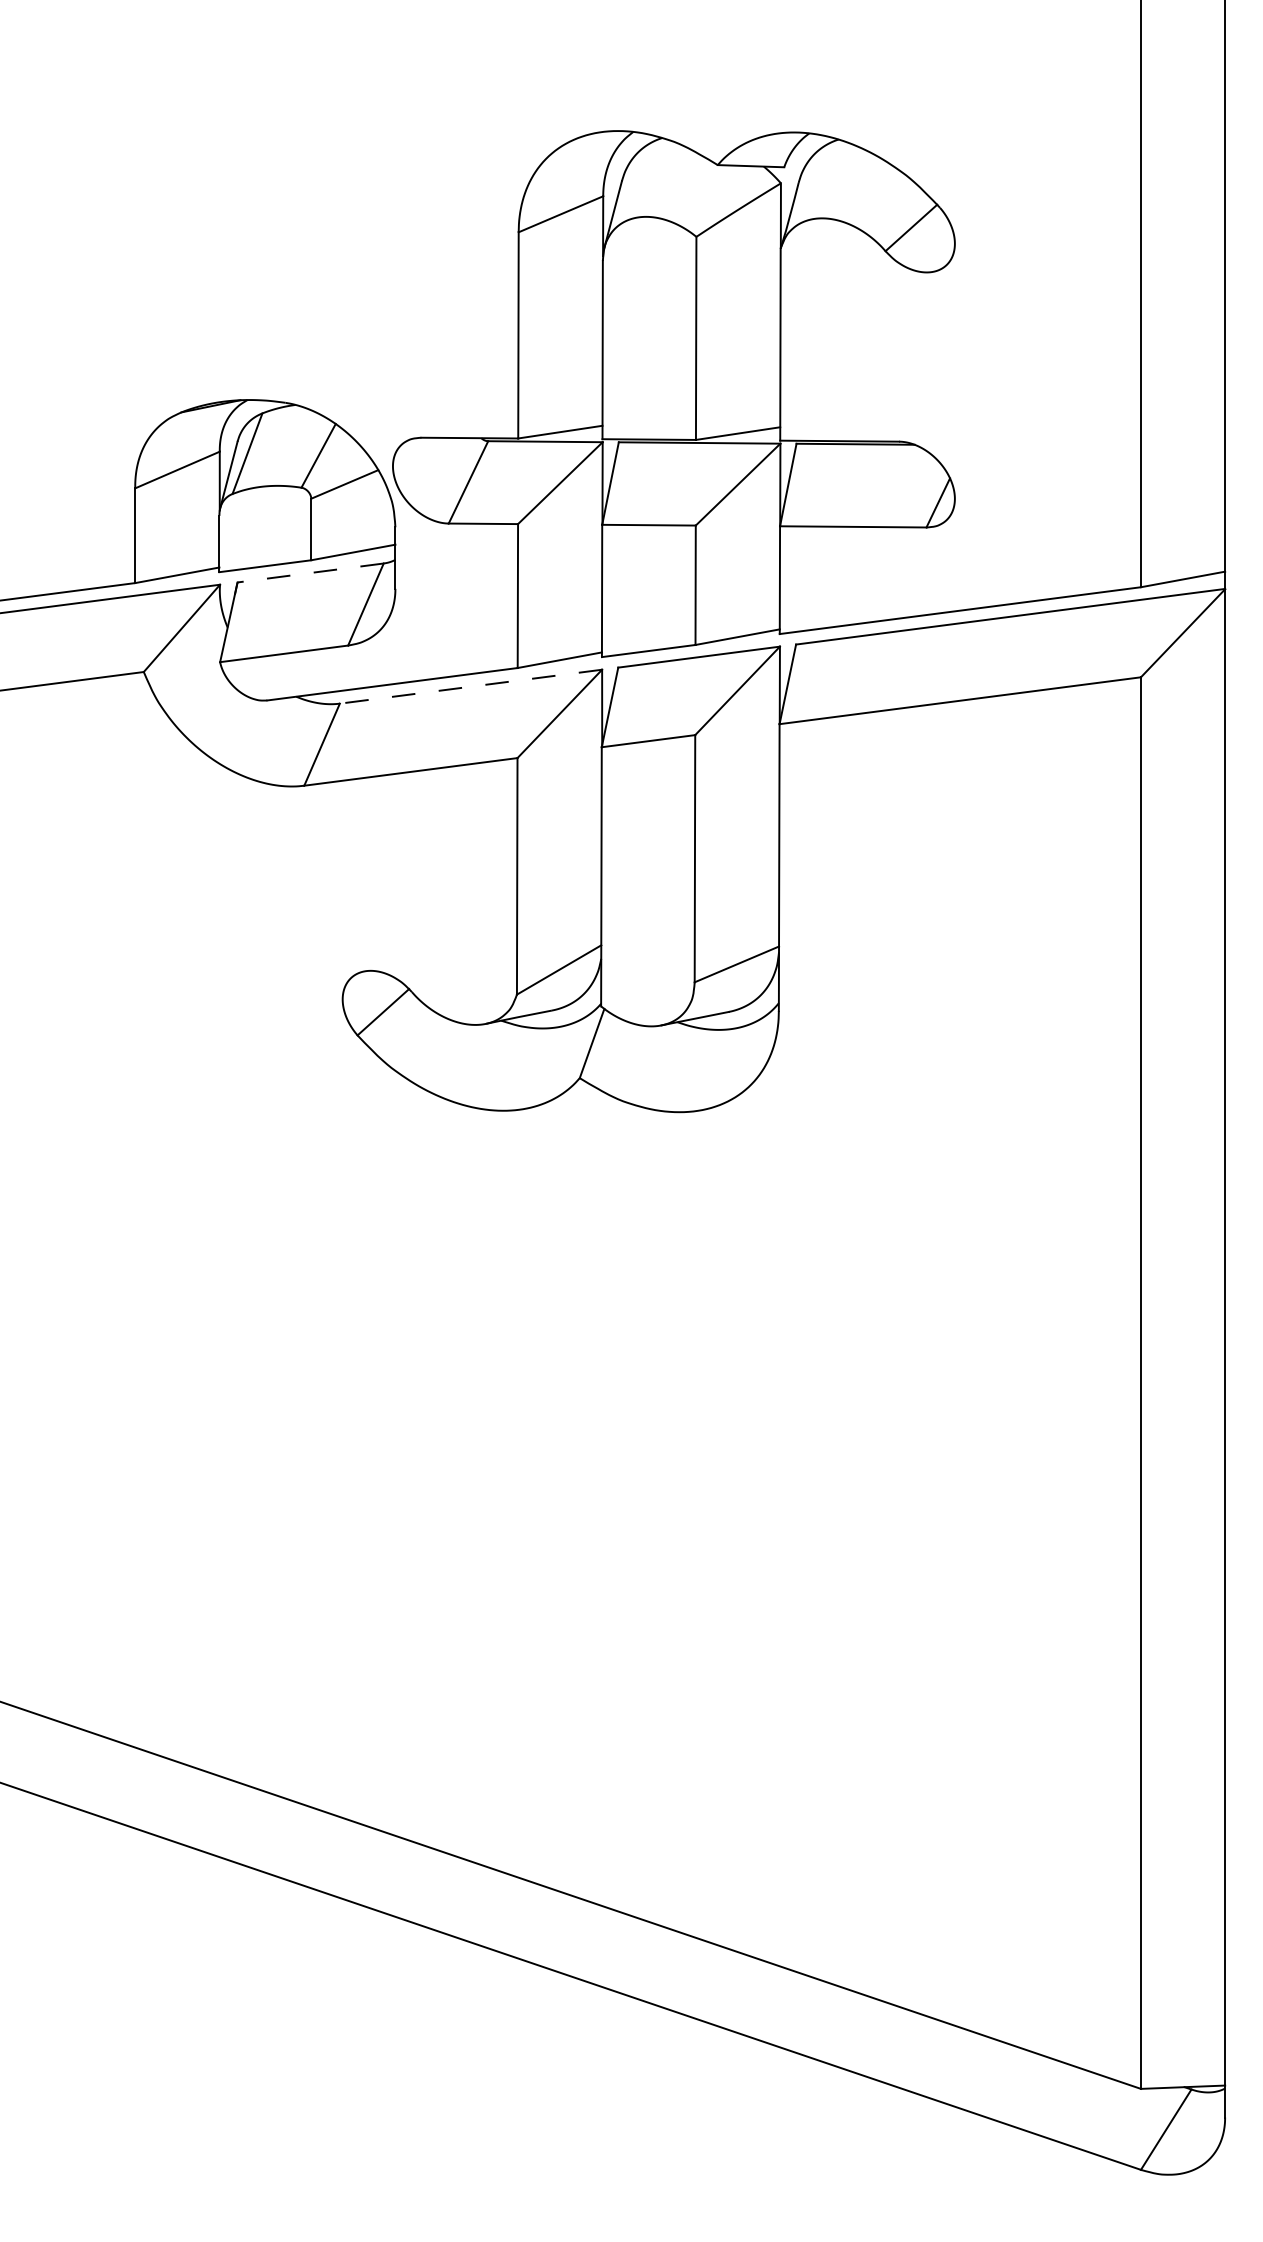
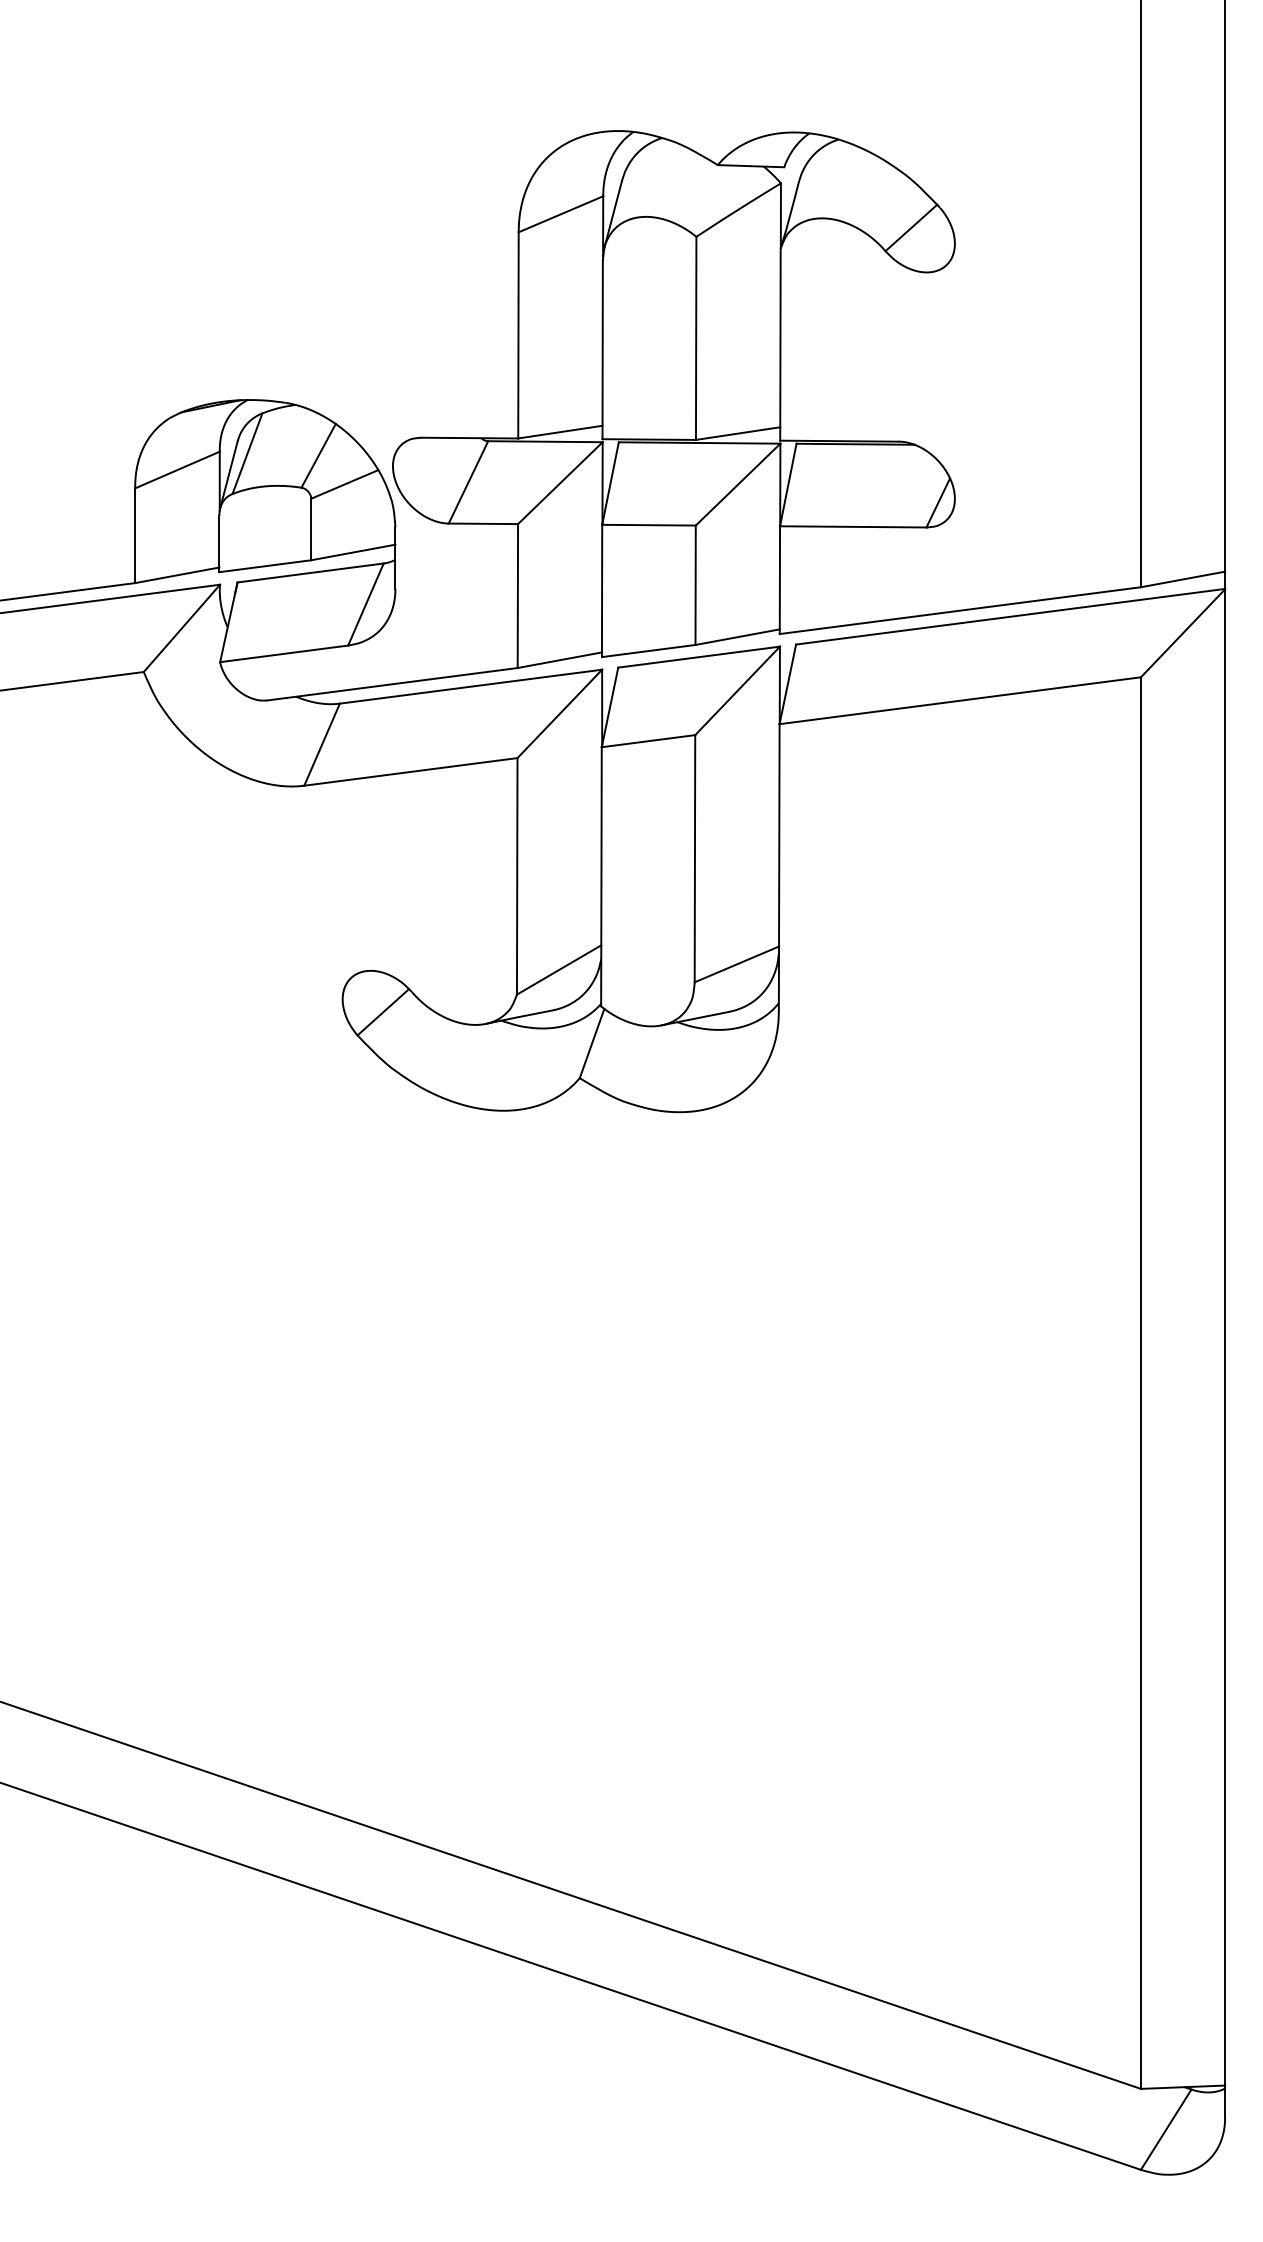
line at (310, 572): dashed -> solid
line at (470, 686): dashed -> solid
